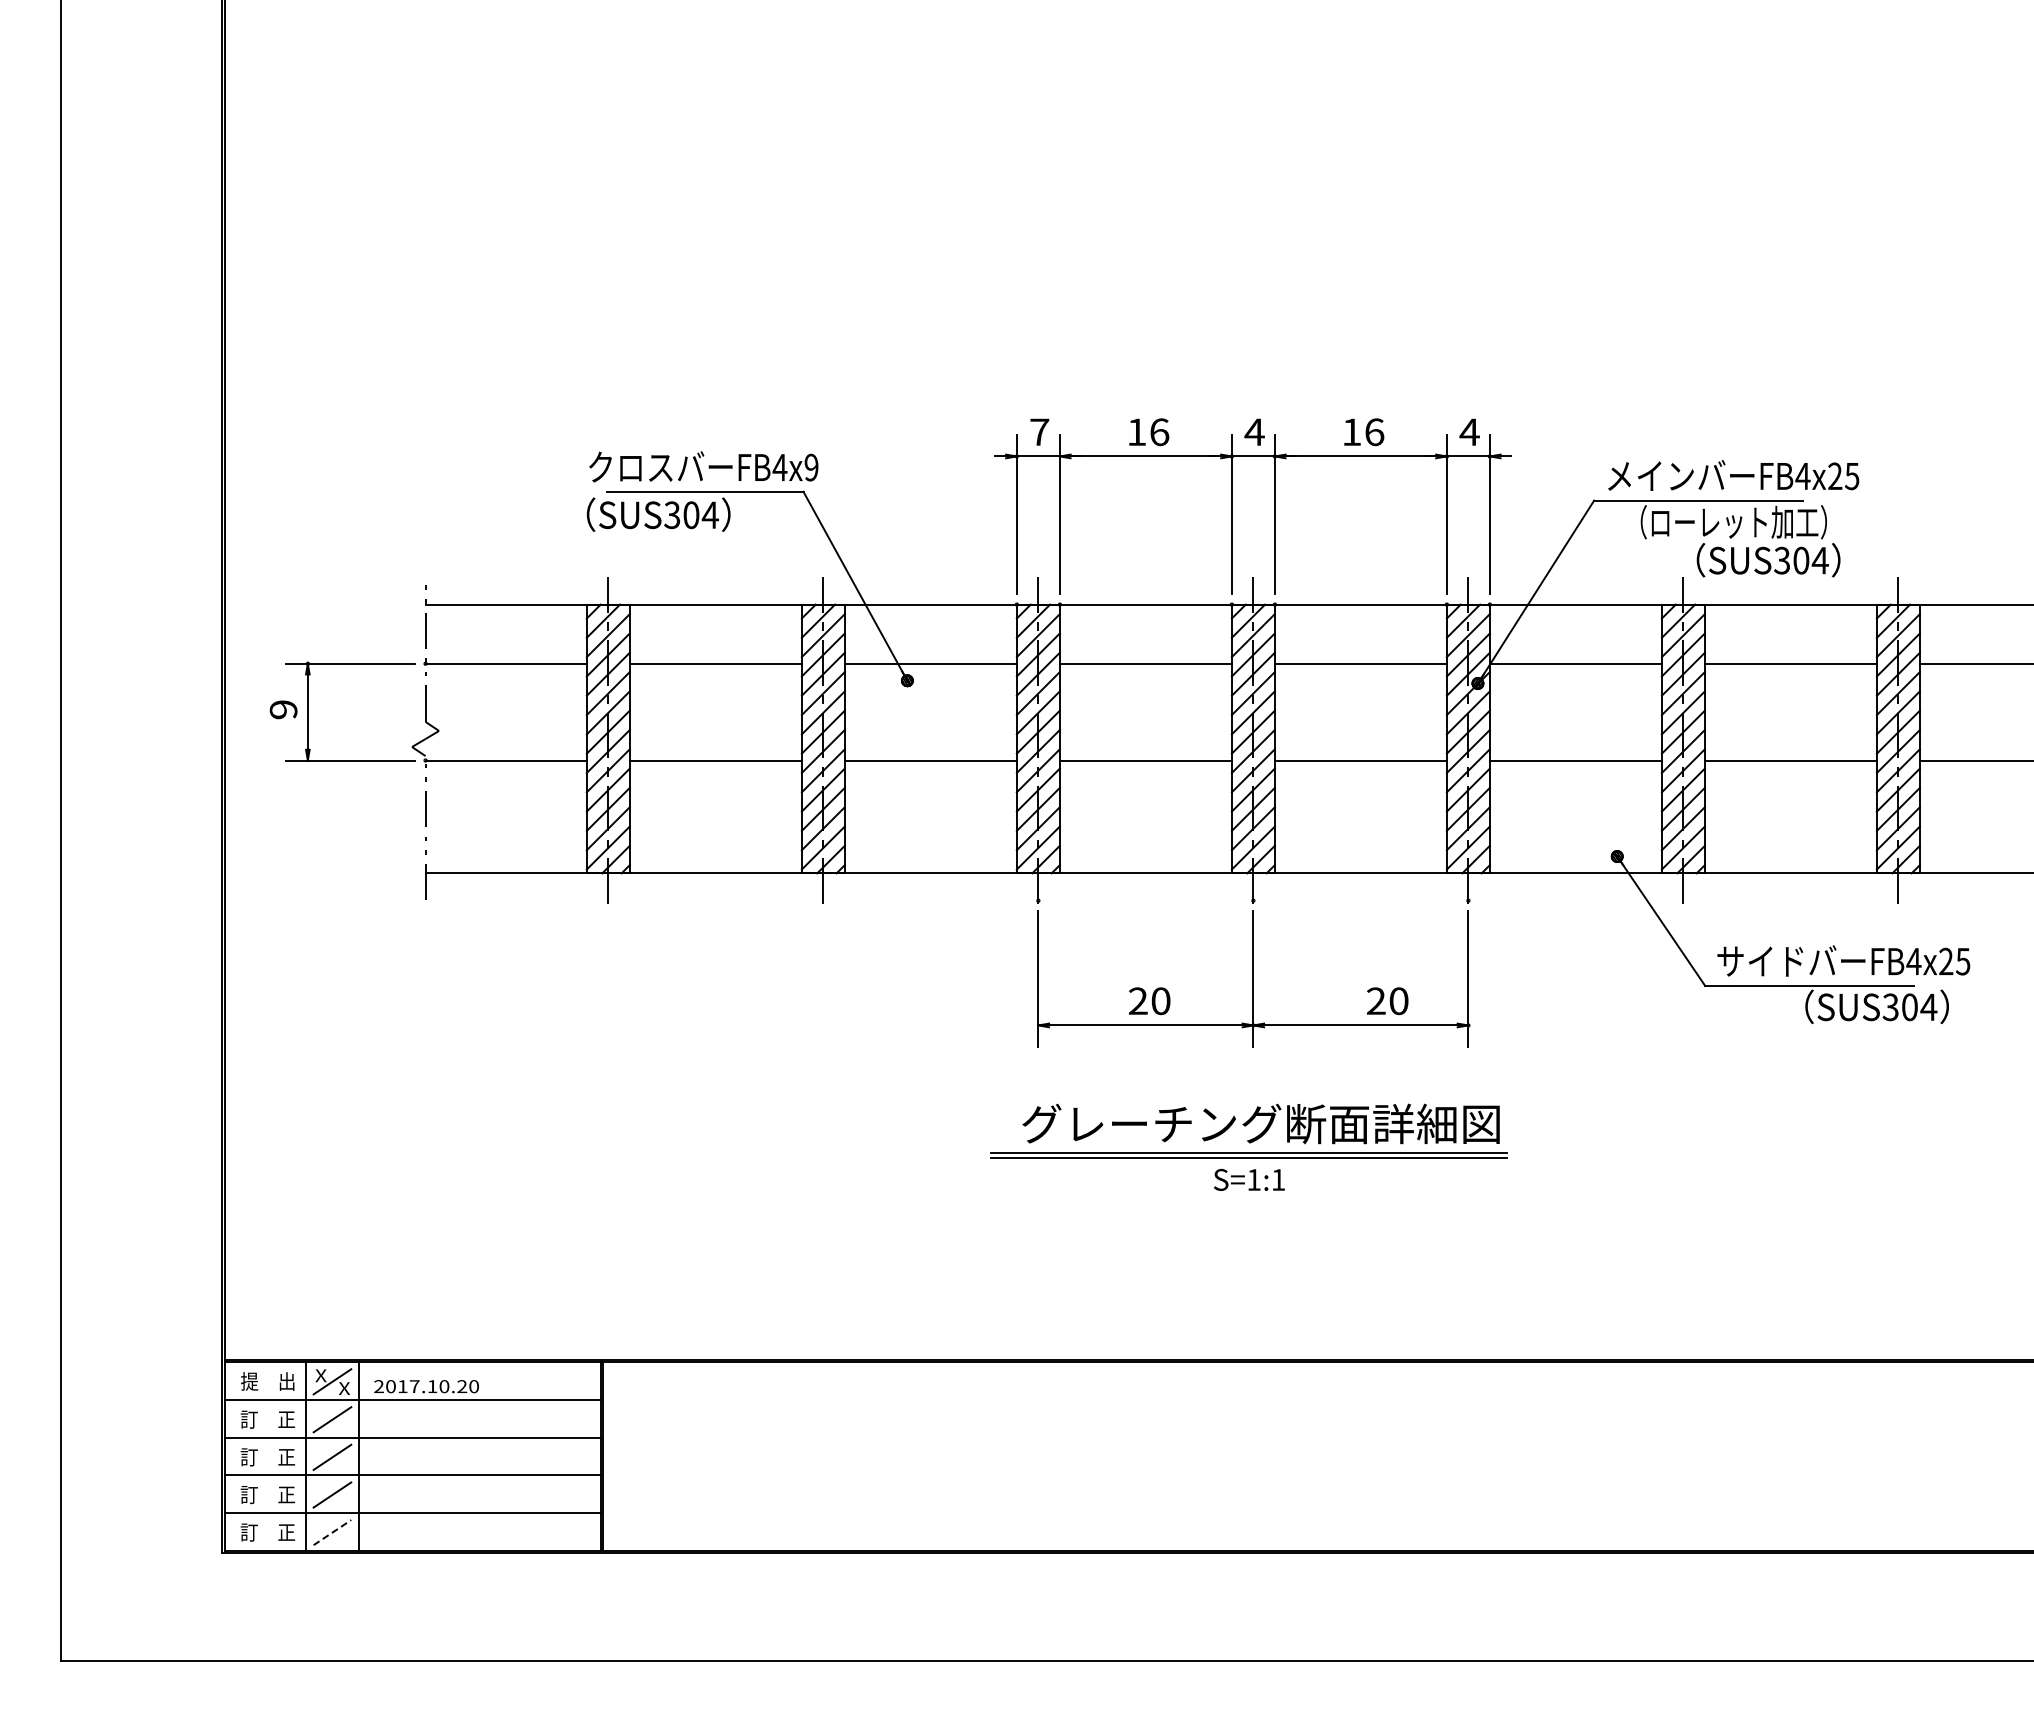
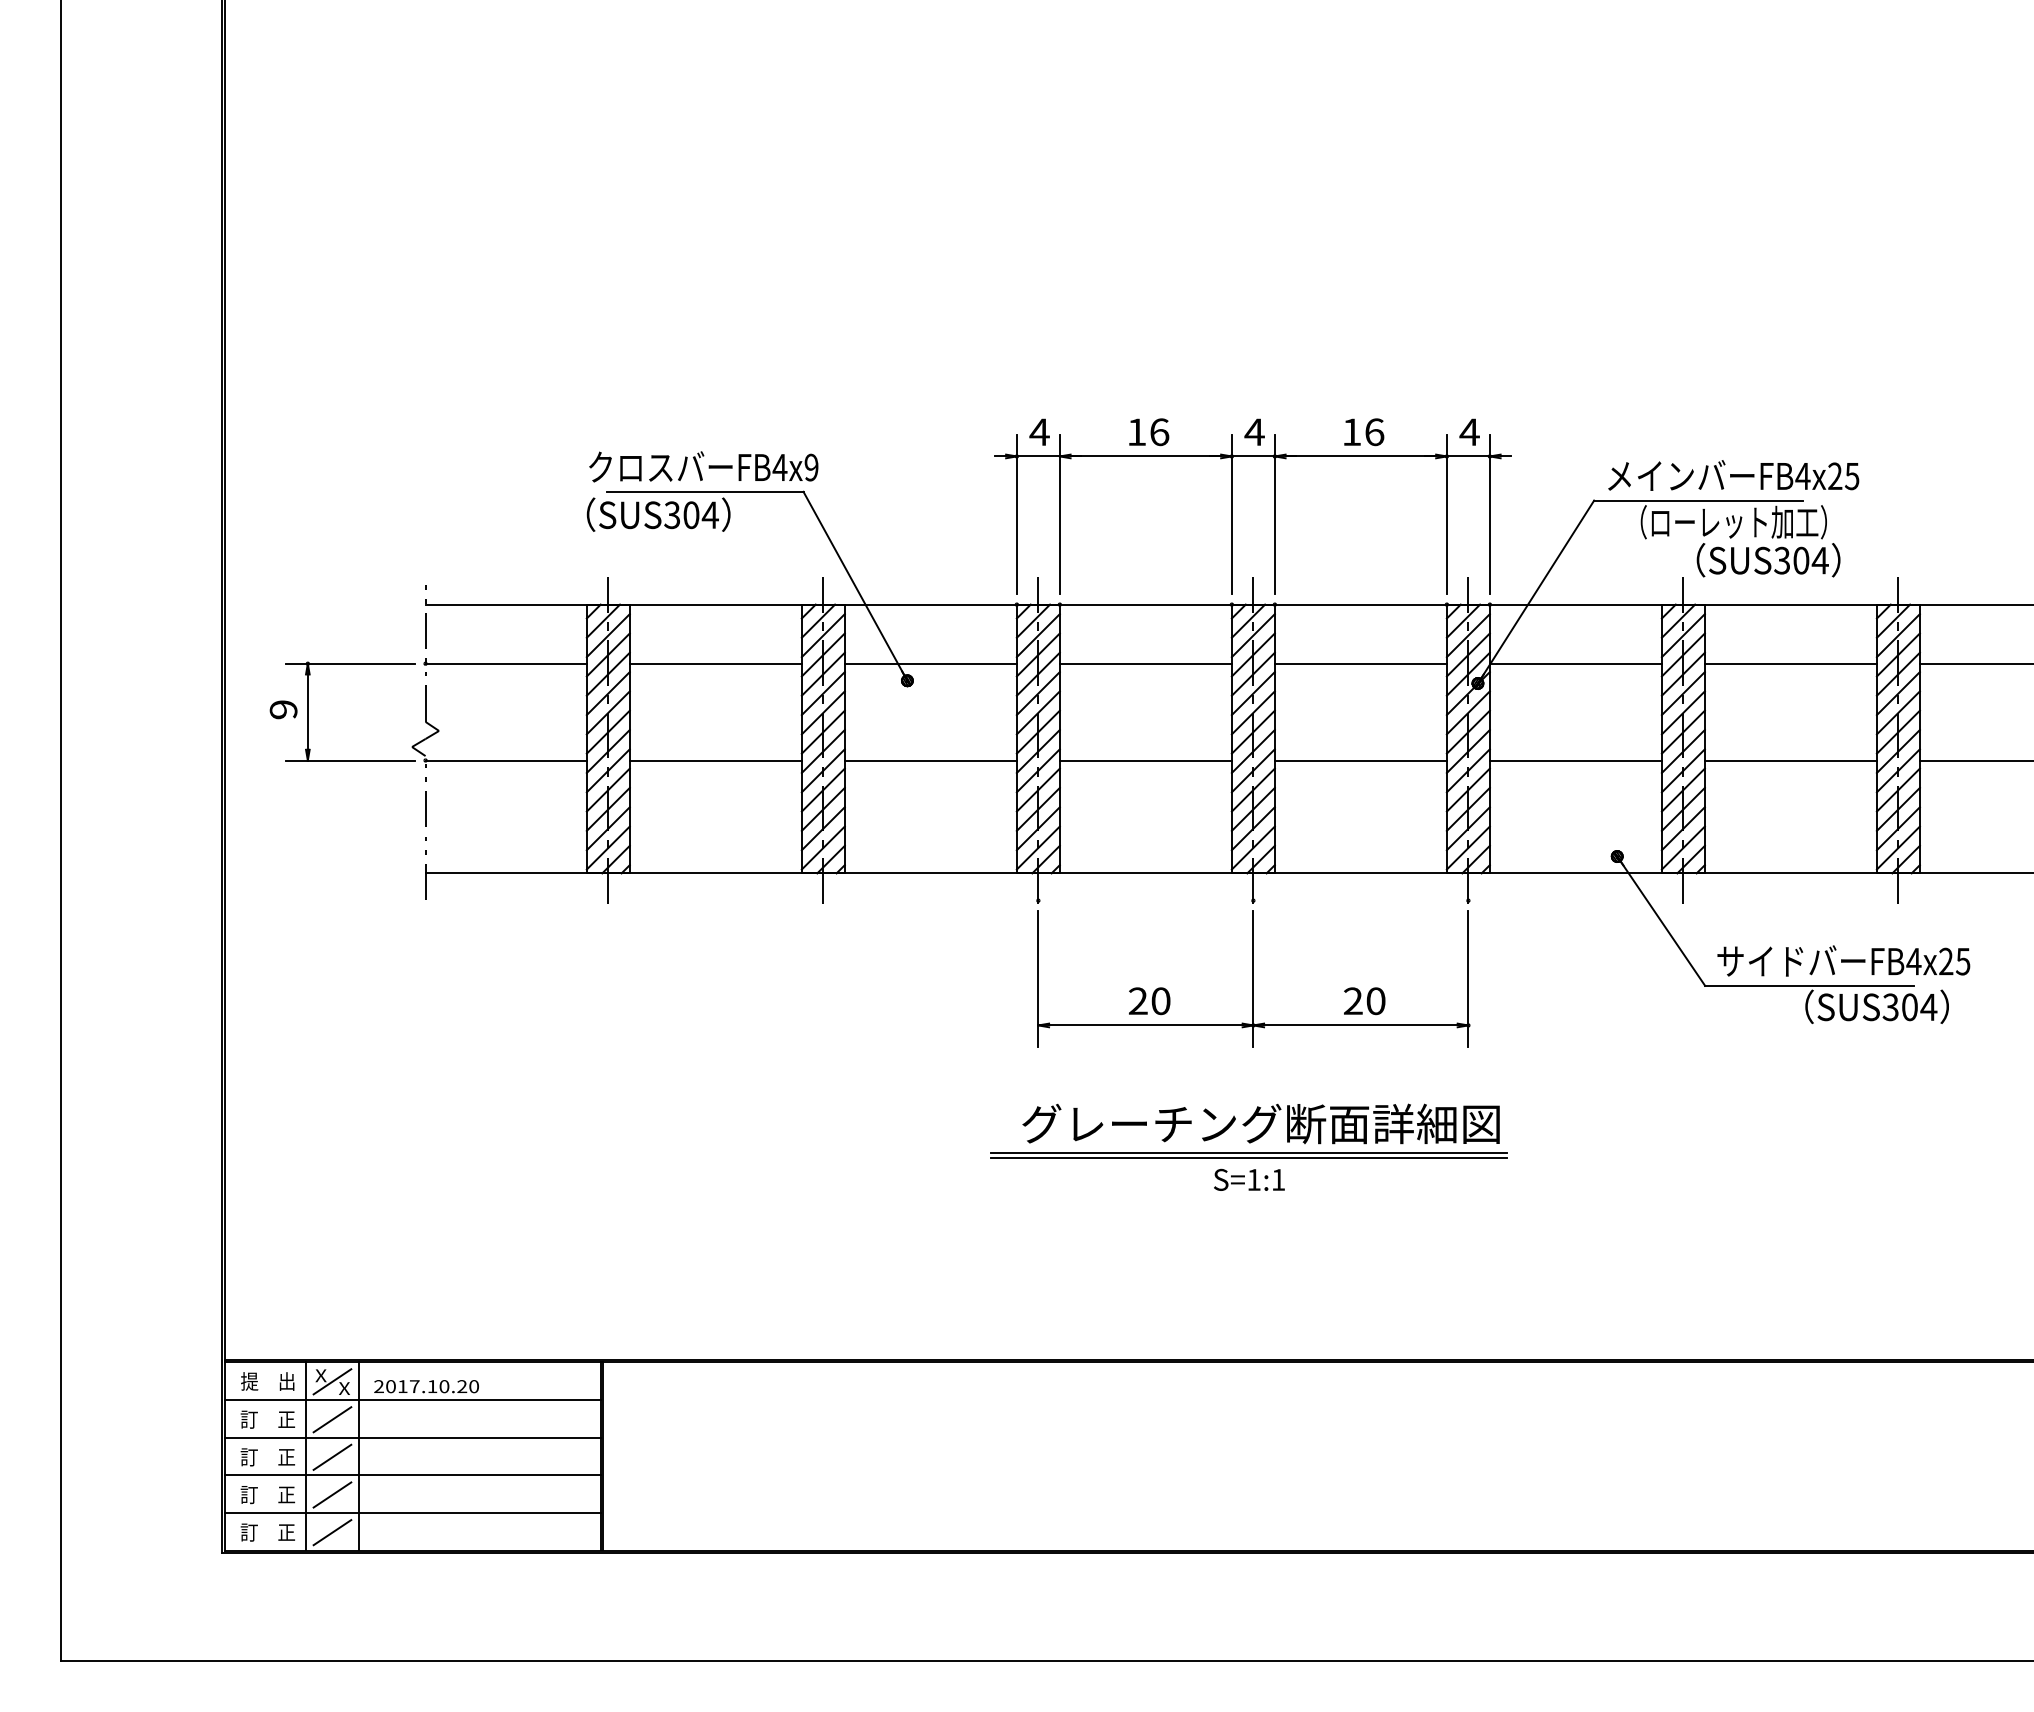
text at (1039, 431): 7 -> 4
text at (1387, 1001) position: (1387, 1001) -> (1364, 1001)
line at (332, 1532): dashed -> solid
